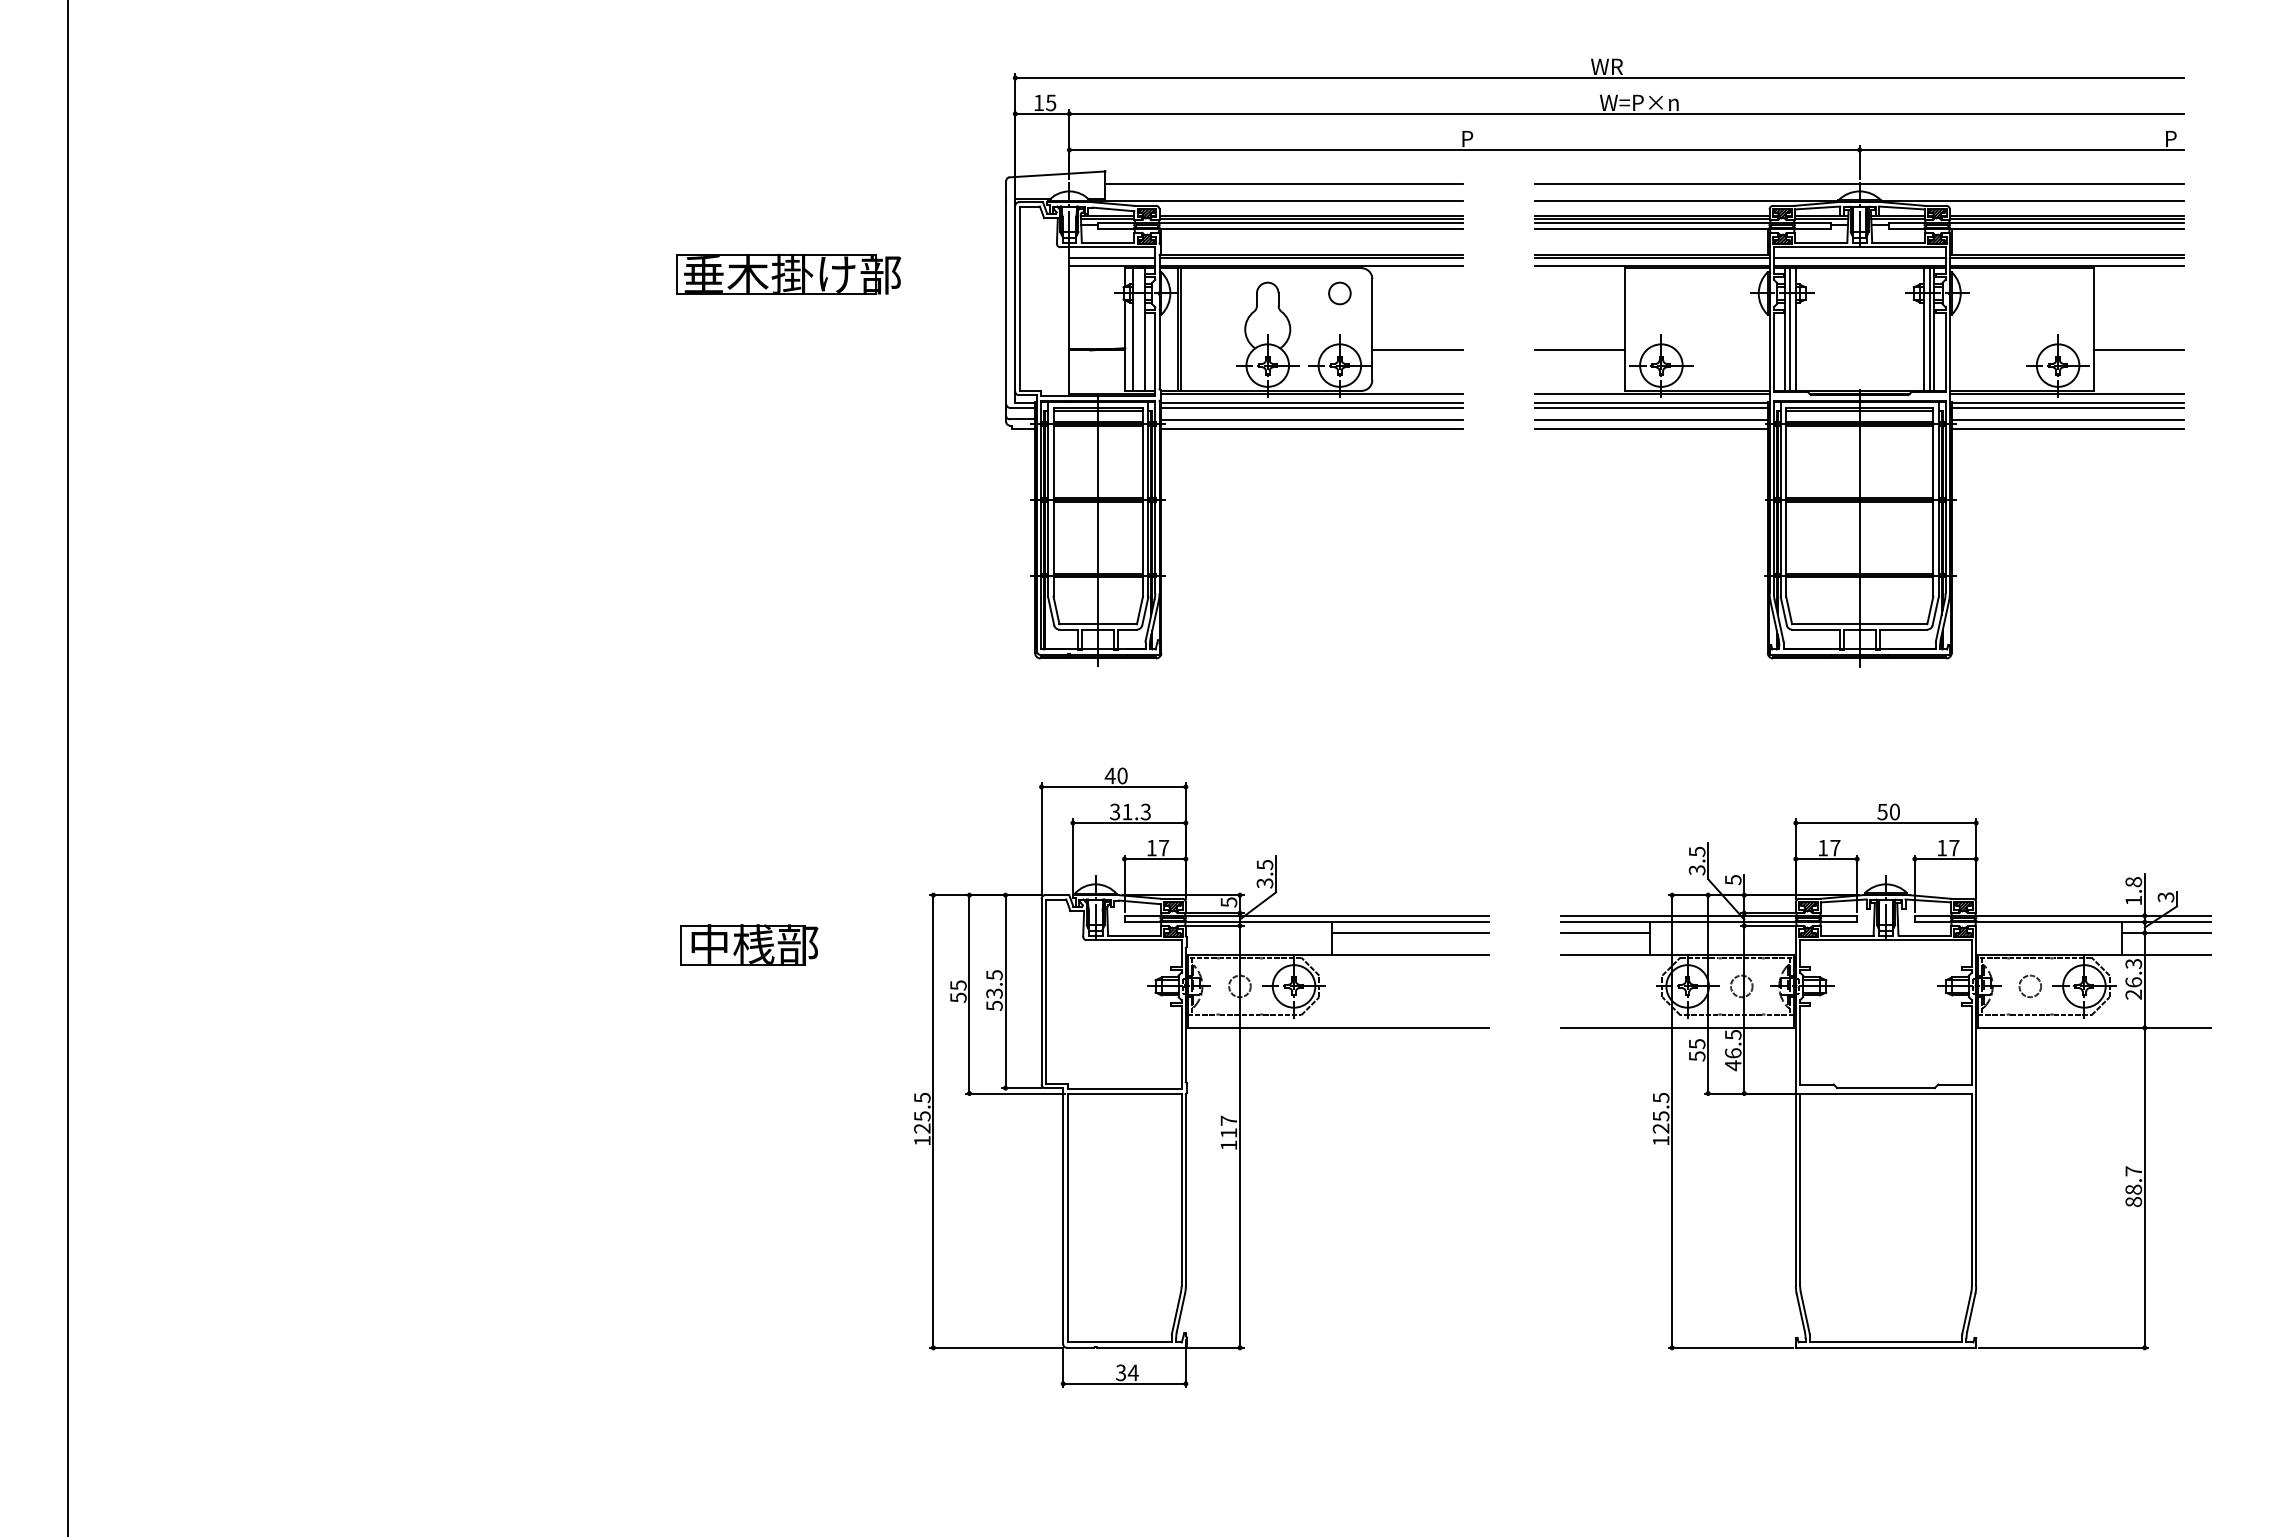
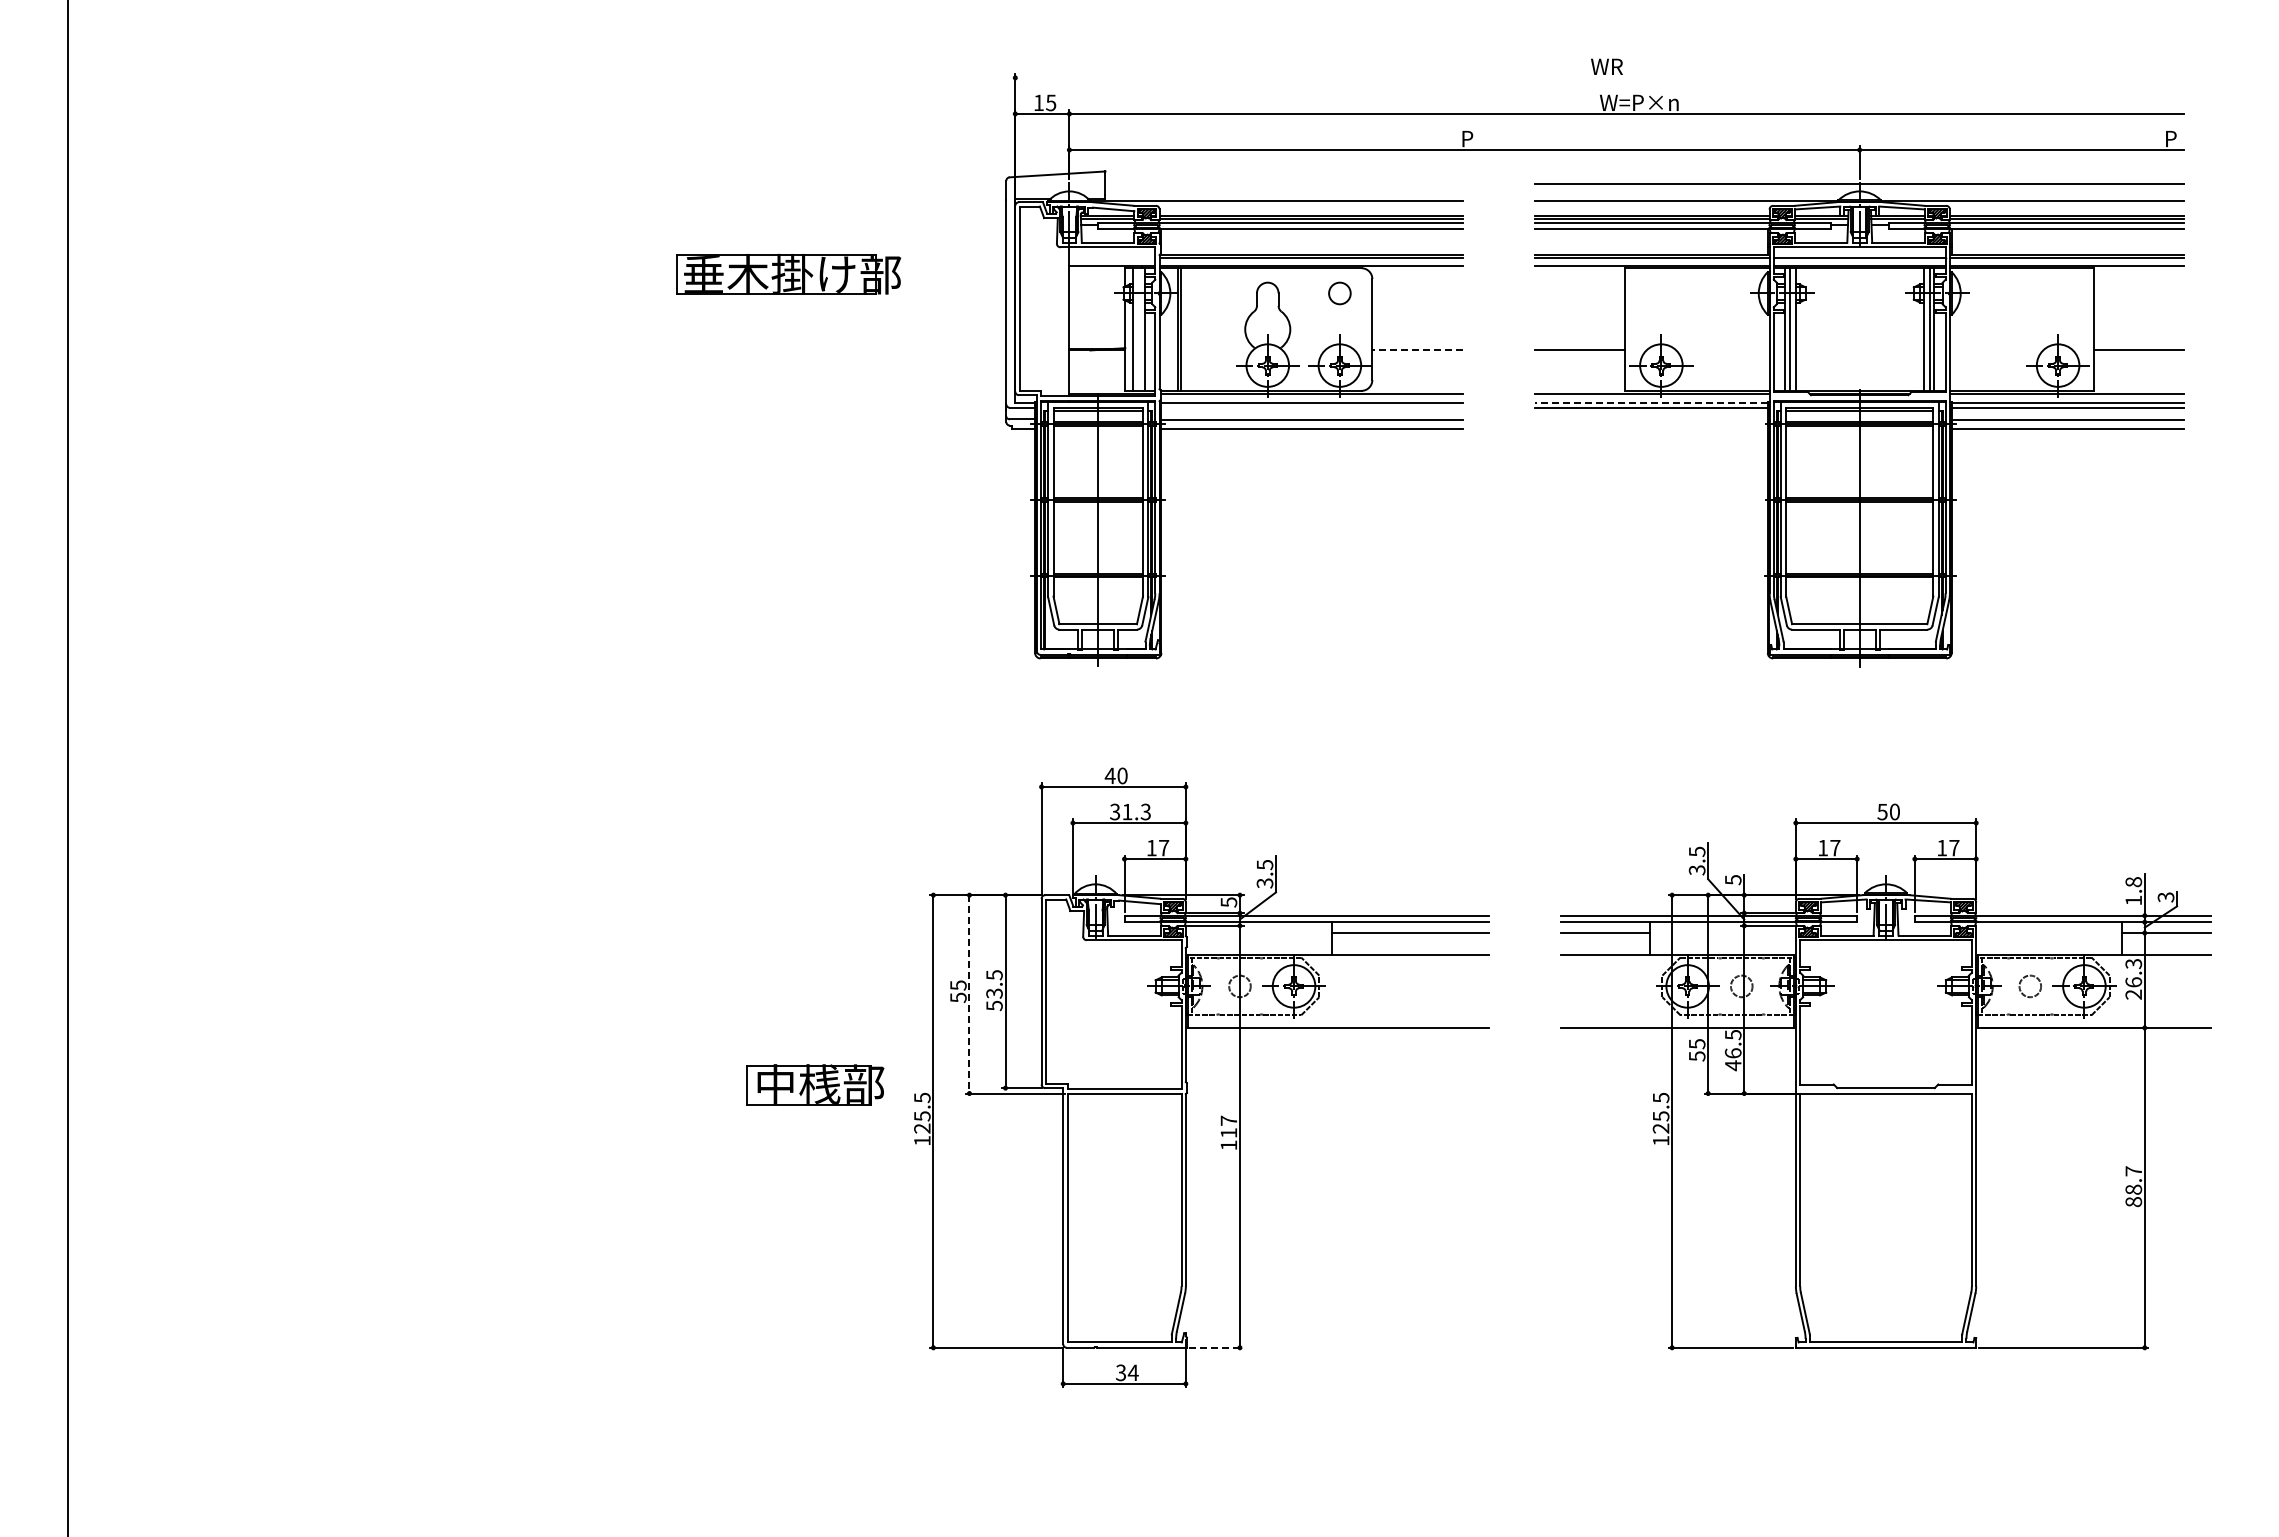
line at (1599, 77): present -> none
line at (1284, 184): present -> none
line at (1112, 258): present -> none
line at (1417, 350): solid -> dashed
line at (1650, 403): solid -> dashed
line at (1312, 407): present -> none
line at (1651, 420): present -> none
line at (1651, 429): present -> none
part at (749, 944) position: (749, 944) -> (815, 1084)
line at (969, 994): solid -> dashed
line at (1217, 1347): solid -> dashed
